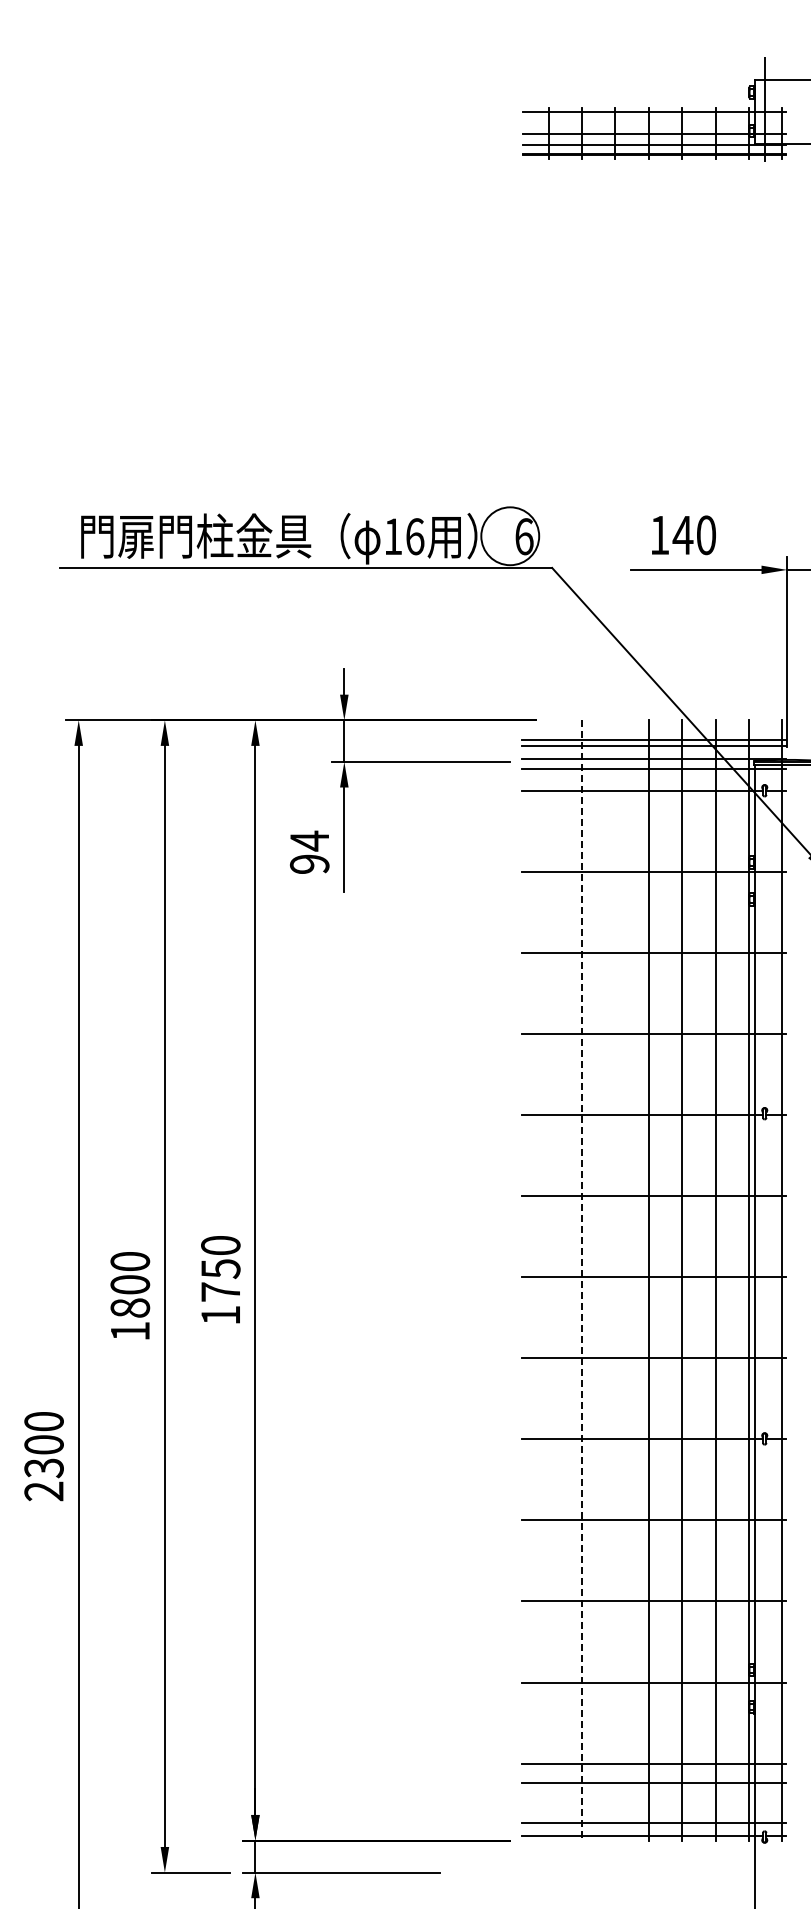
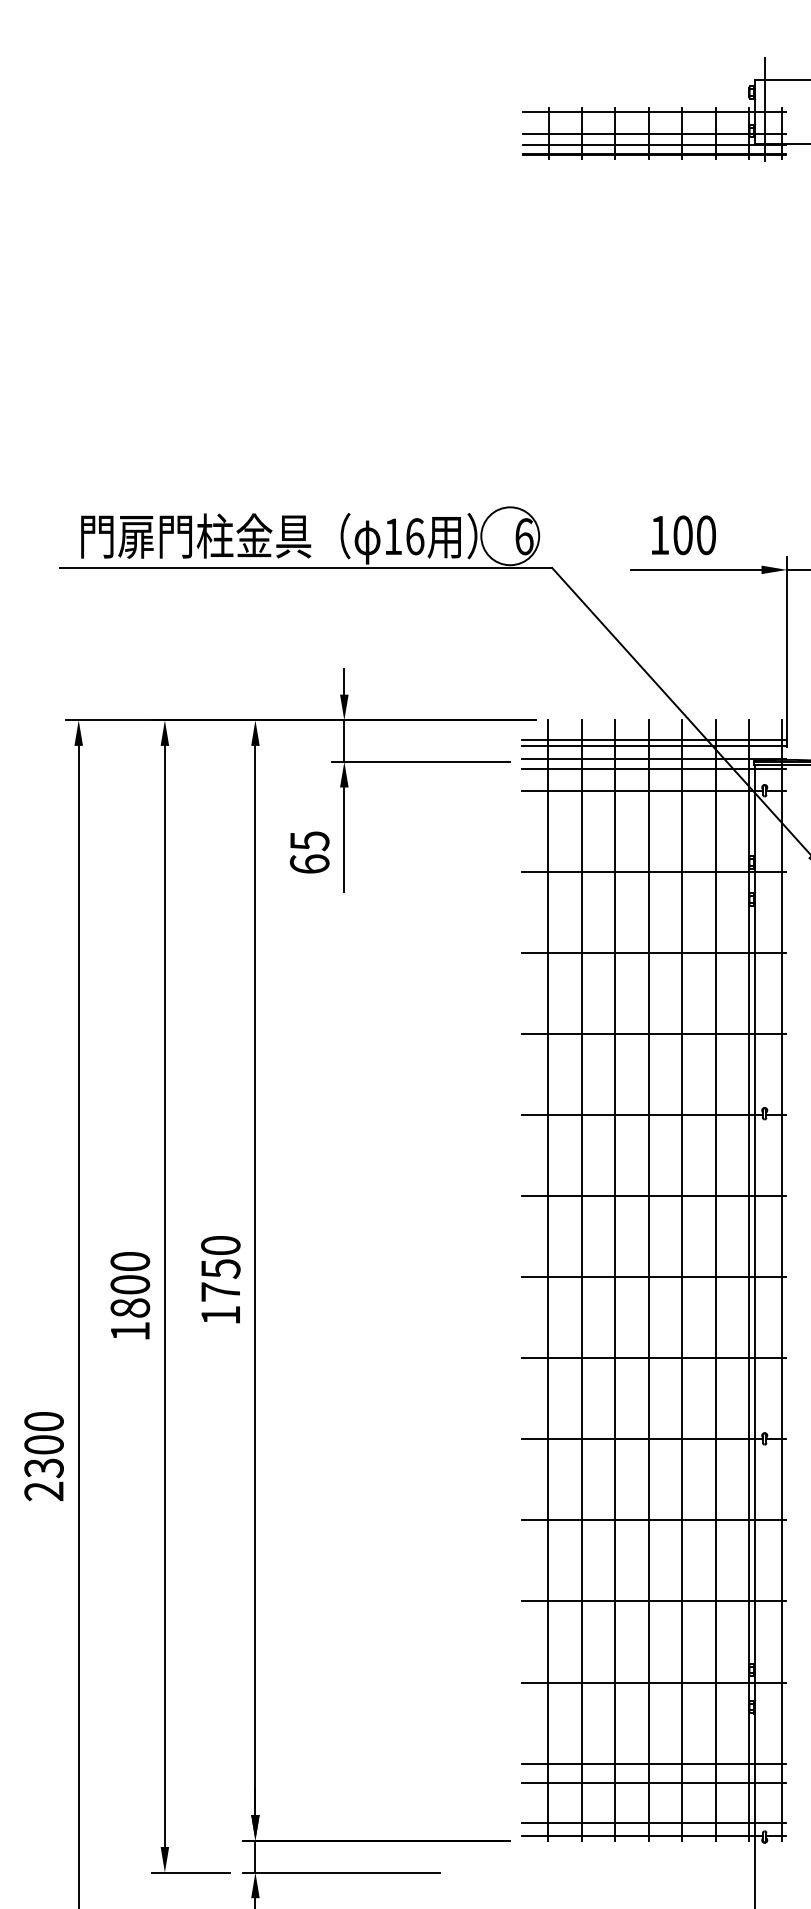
text at (682, 535): 140 -> 100
text at (309, 851): 94 -> 65
line at (548, 1280): none -> present
line at (581, 1280): dashed -> solid
line at (615, 1280): none -> present
